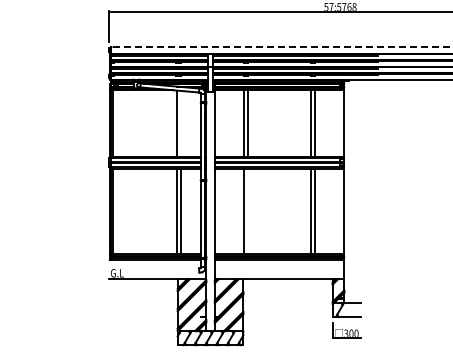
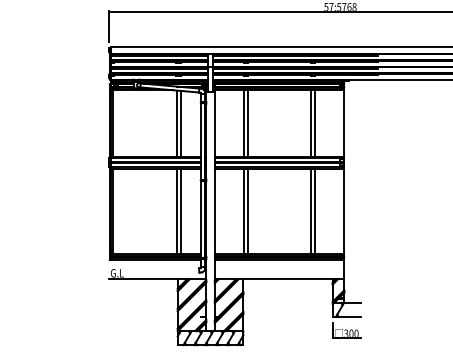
line at (281, 47): dashed -> solid
line at (180, 123): none -> present
line at (247, 211): none -> present
